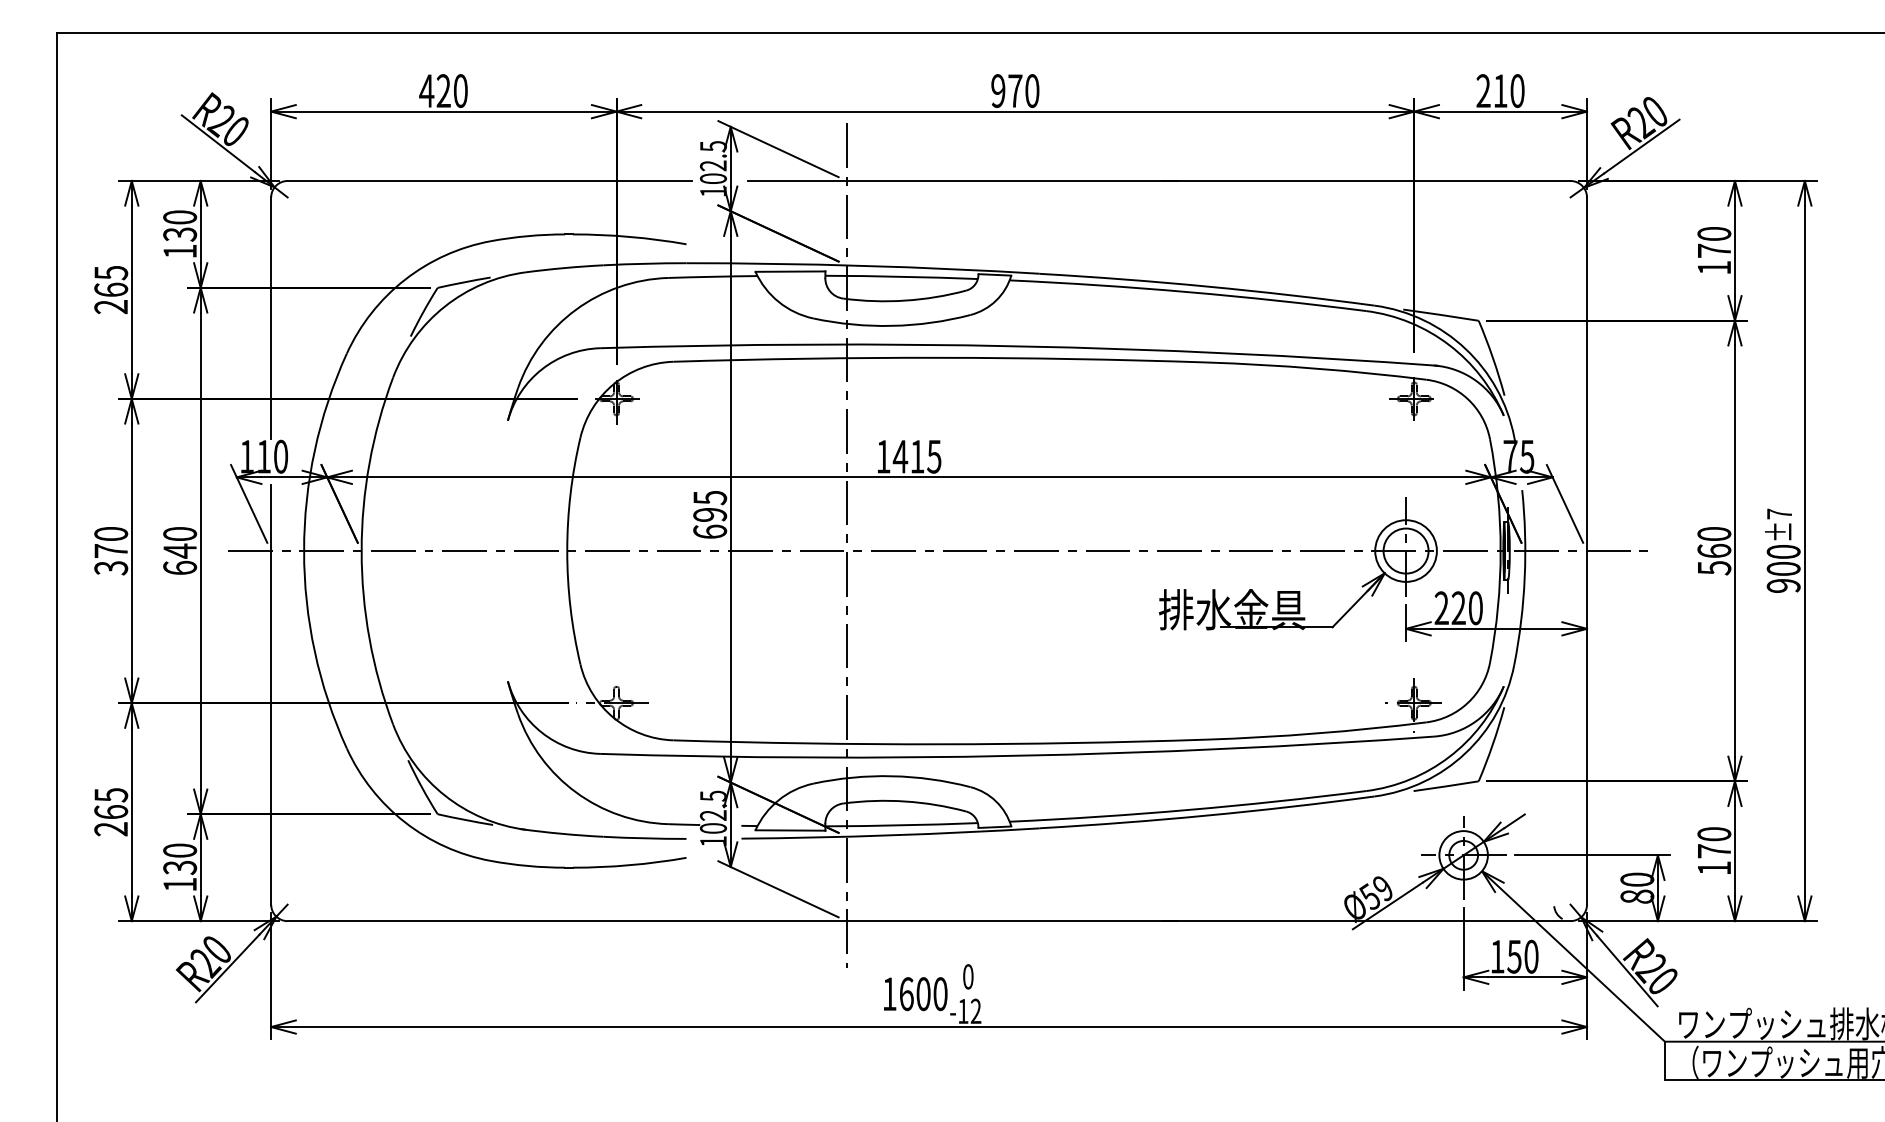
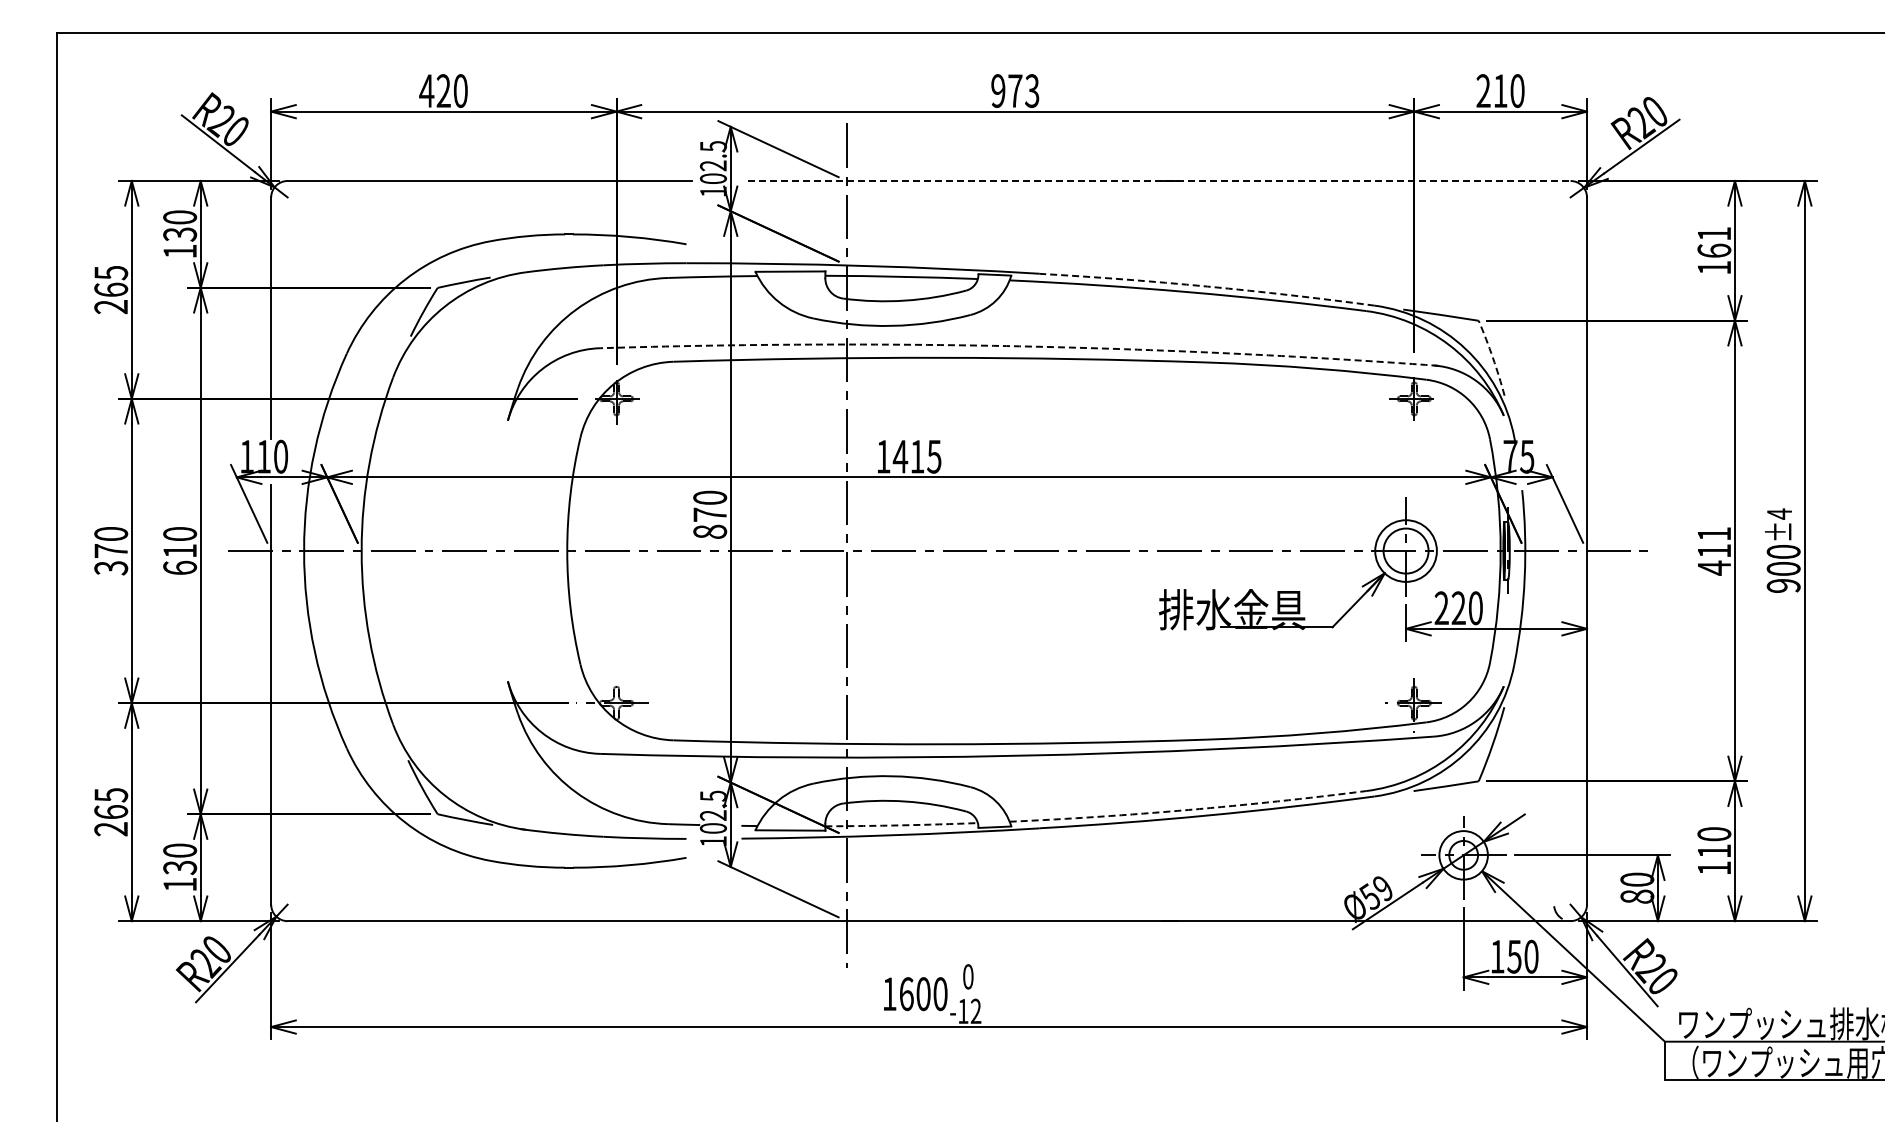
text at (1032, 90): 970 -> 973
line at (1159, 180): solid -> dashed
text at (1714, 242): 170 -> 161
arc at (1207, 286): solid -> dashed
arc at (1019, 346): solid -> dashed
arc at (1492, 357): solid -> dashed
text at (1779, 513): ±7 -> ±4
text at (710, 514): 695 -> 870
text at (179, 550): 640 -> 610
text at (1714, 551): 560 -> 411
arc at (1188, 810): solid -> dashed
arc at (901, 825): solid -> dashed
text at (1714, 851): 170 -> 110
